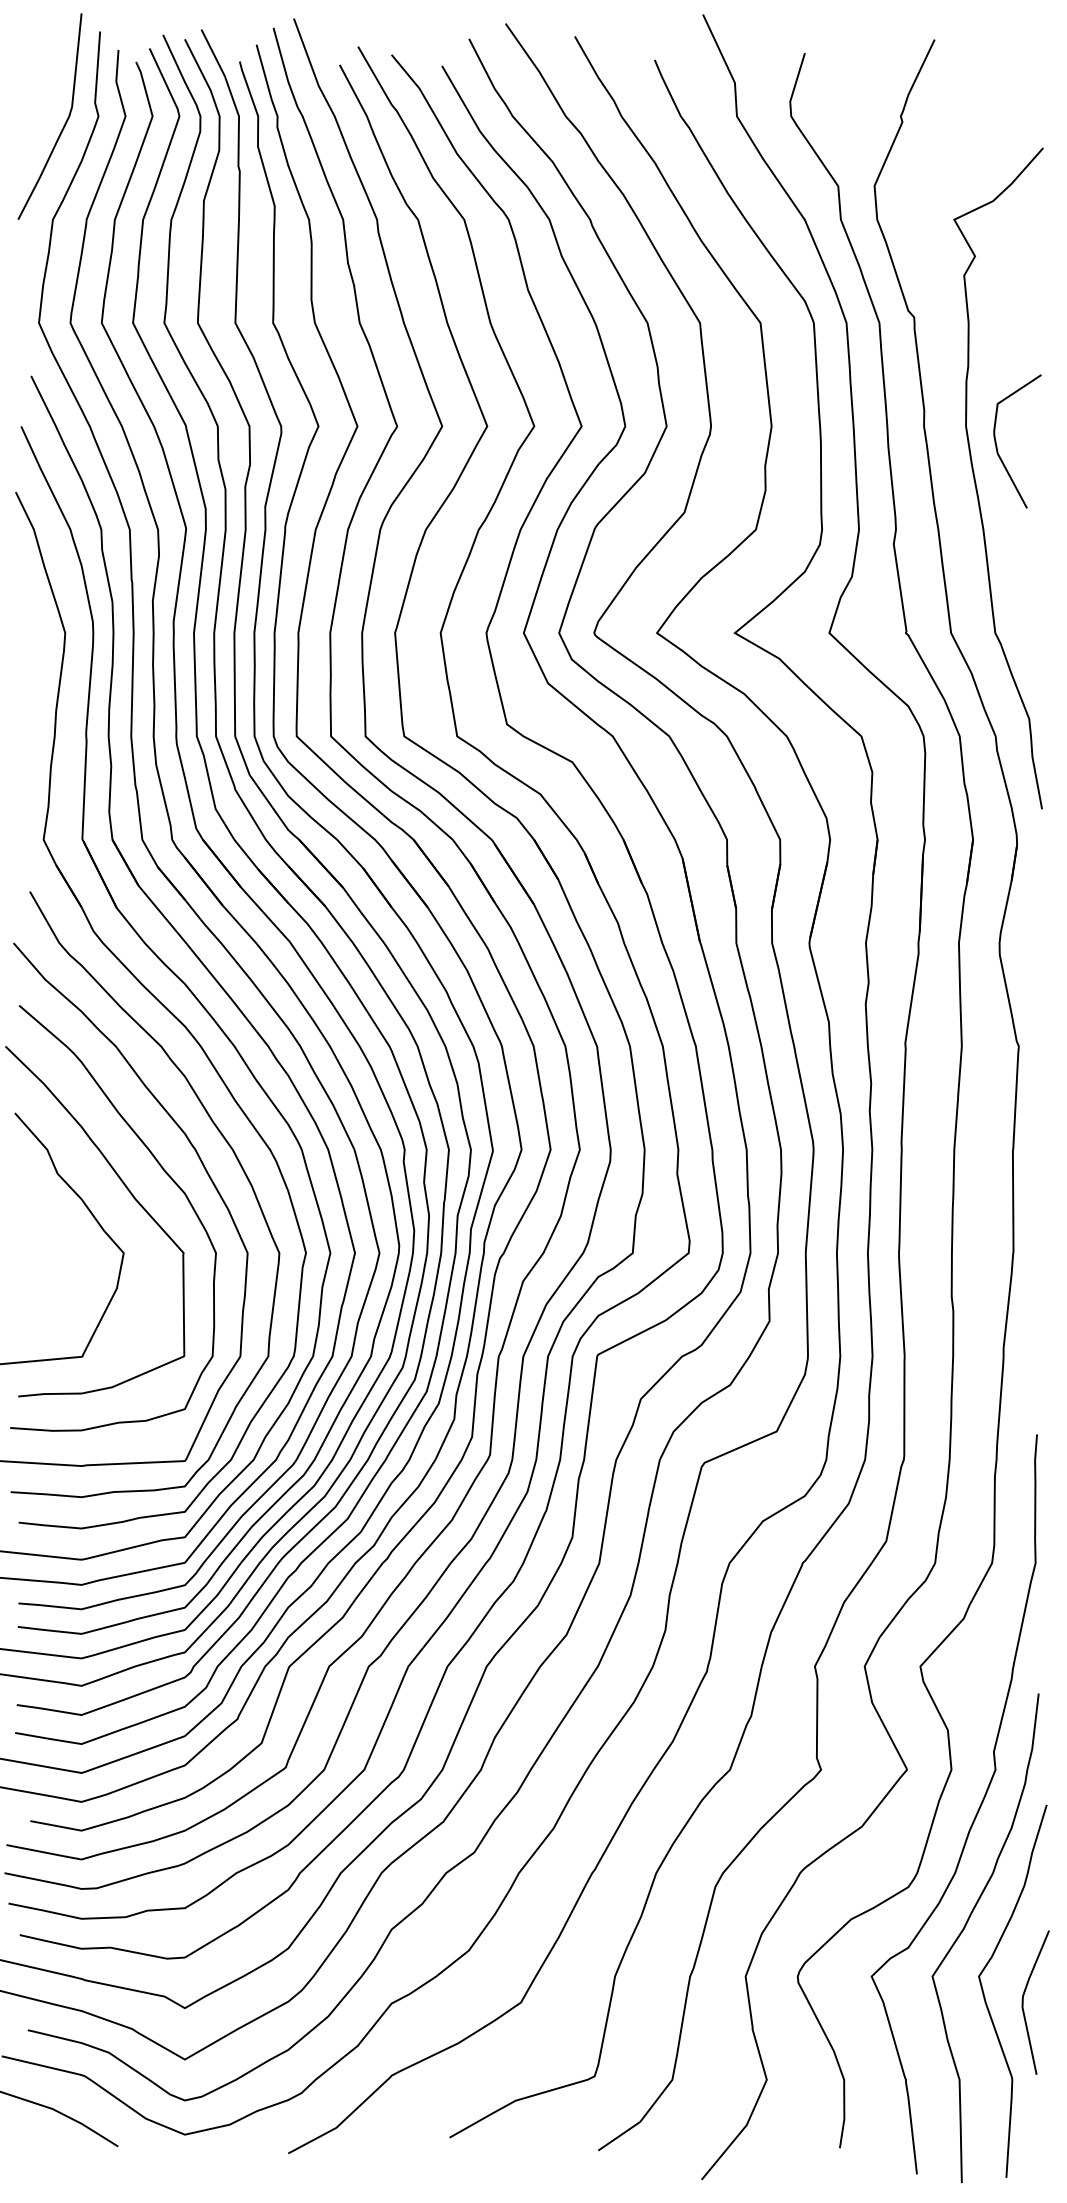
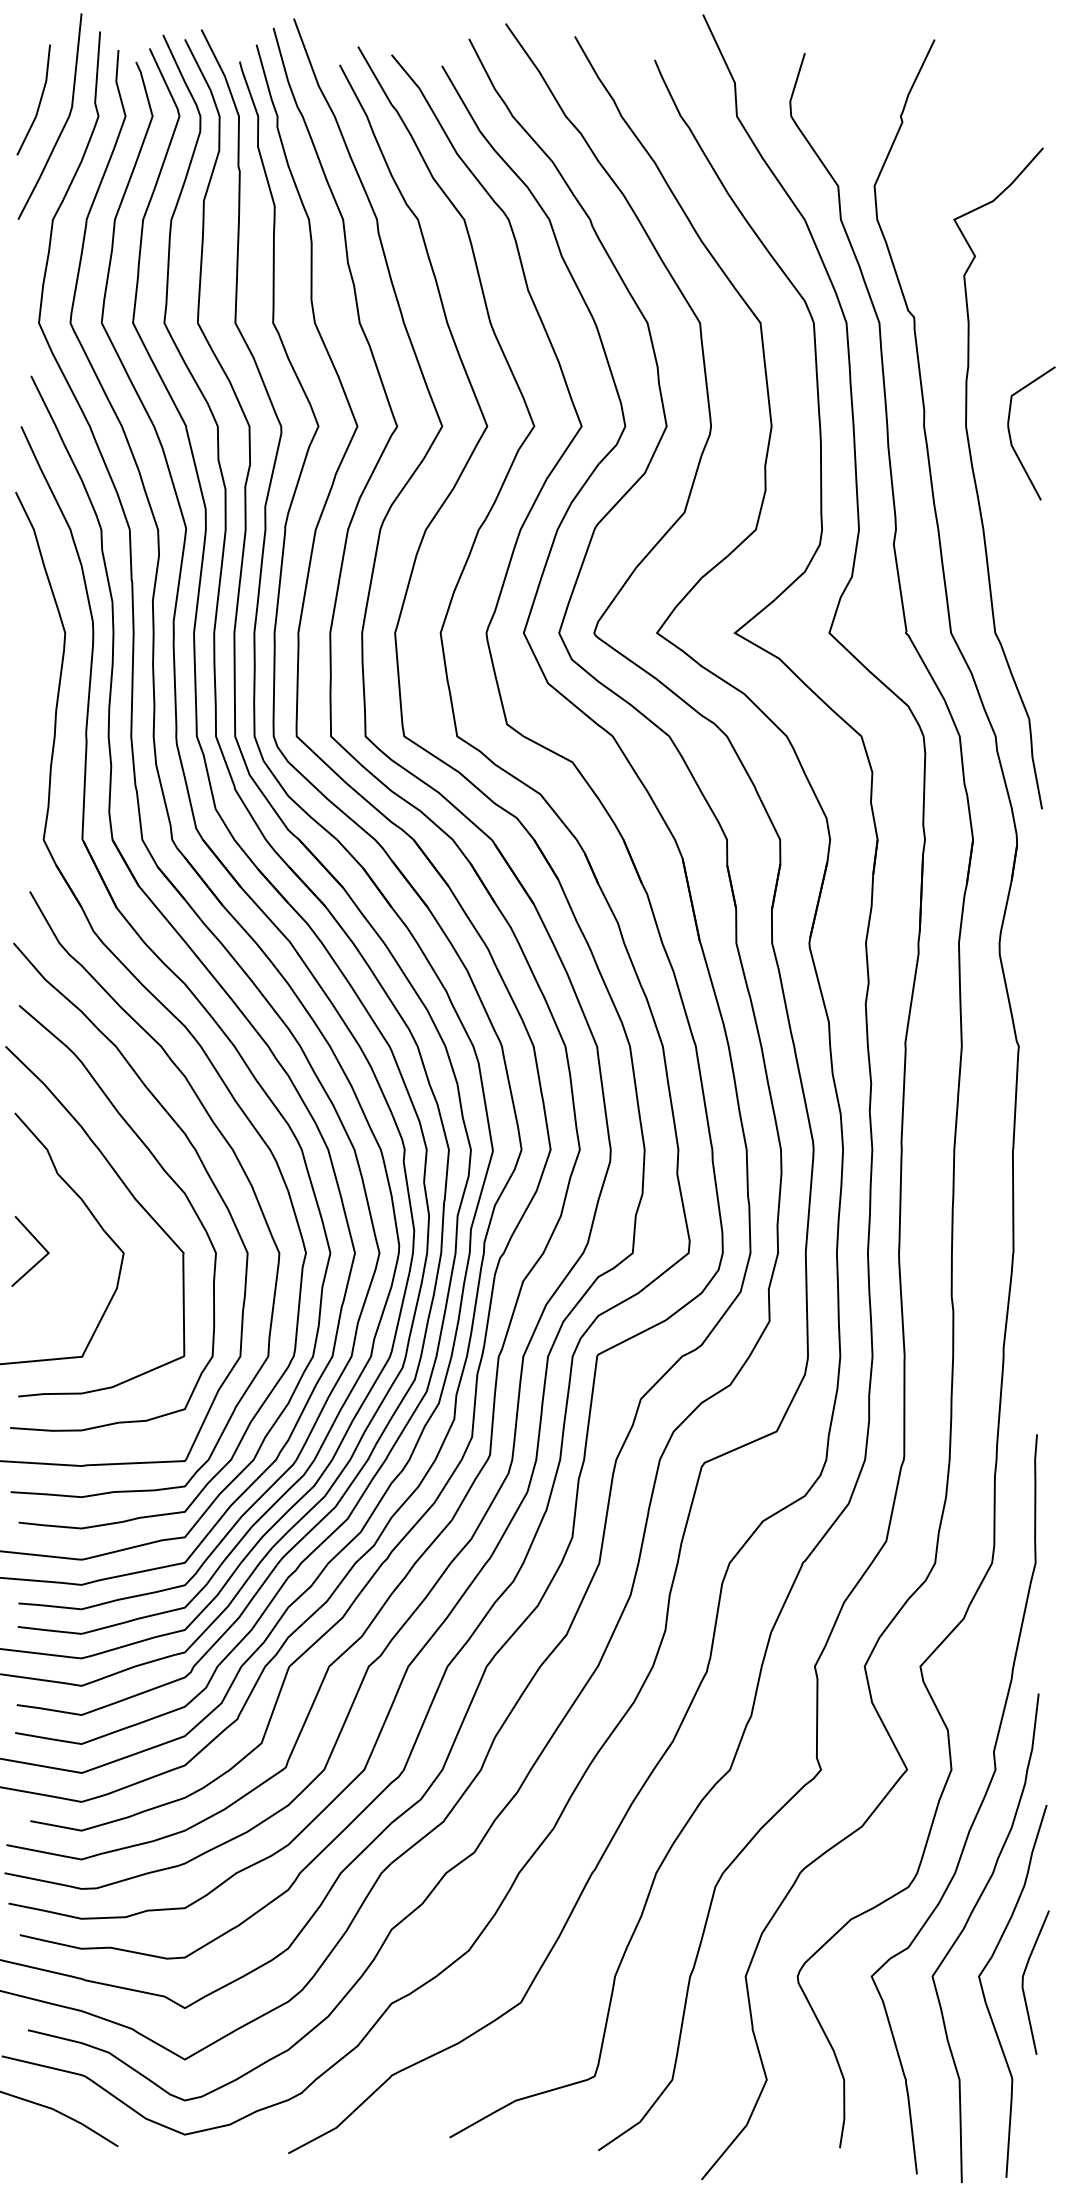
line at (39, 100): none -> present
curve at (997, 445) position: (997, 445) -> (1011, 437)
line at (38, 1243): none -> present
line at (1023, 2002) position: (1023, 2002) -> (1023, 1982)
